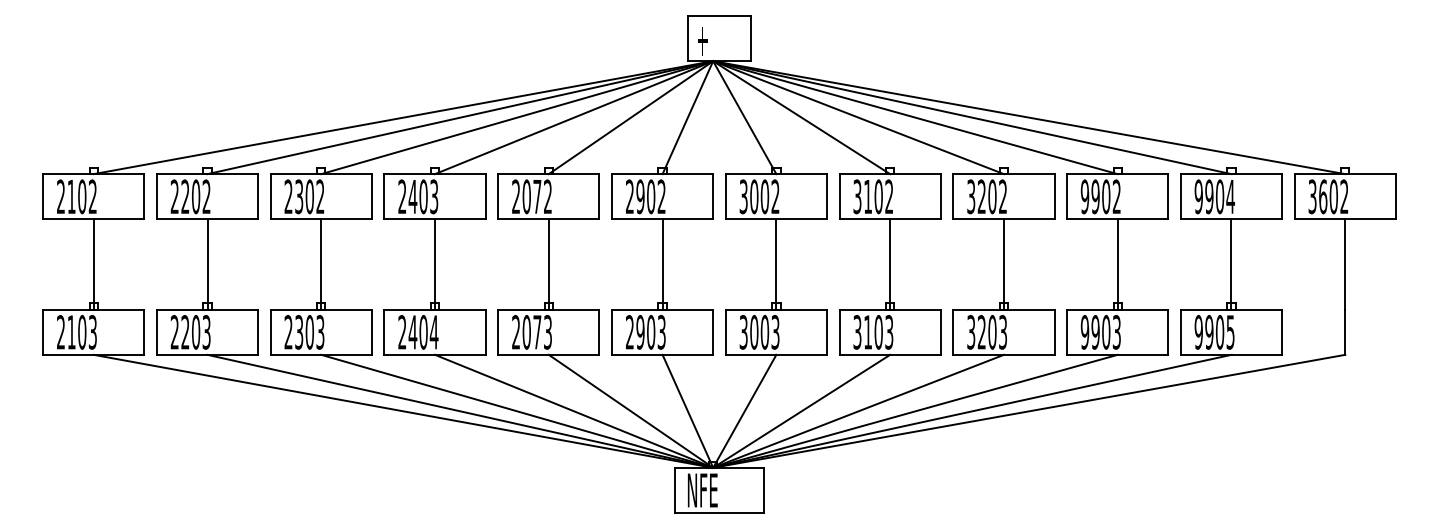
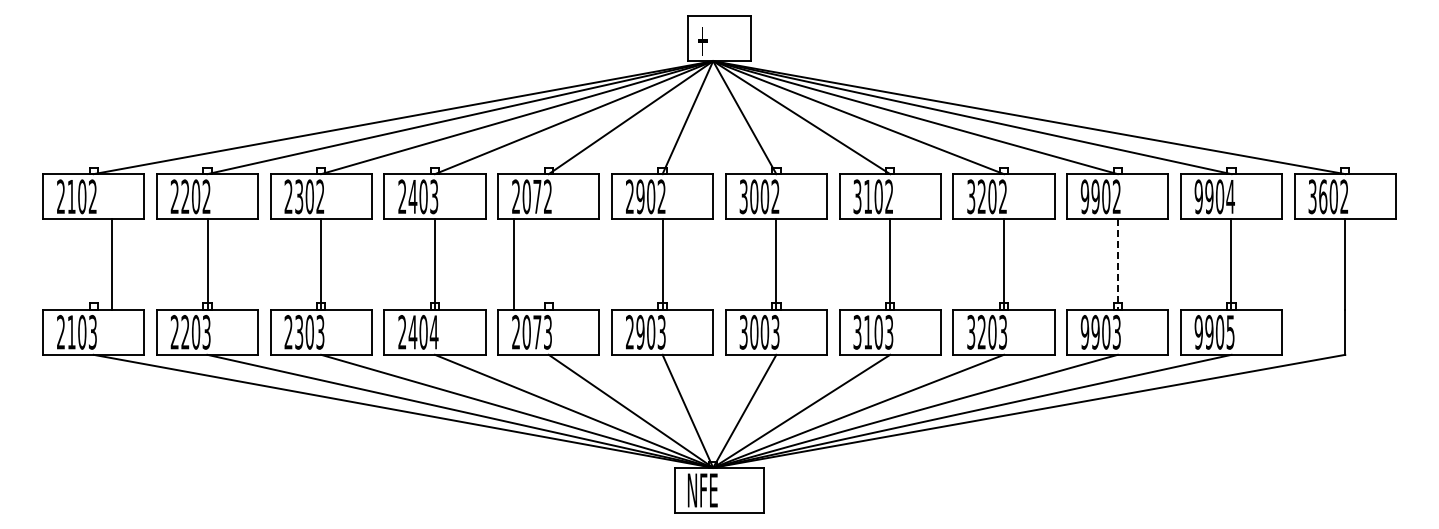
line at (93, 264) position: (93, 264) -> (111, 264)
line at (548, 264) position: (548, 264) -> (513, 264)
line at (1117, 264): solid -> dashed
